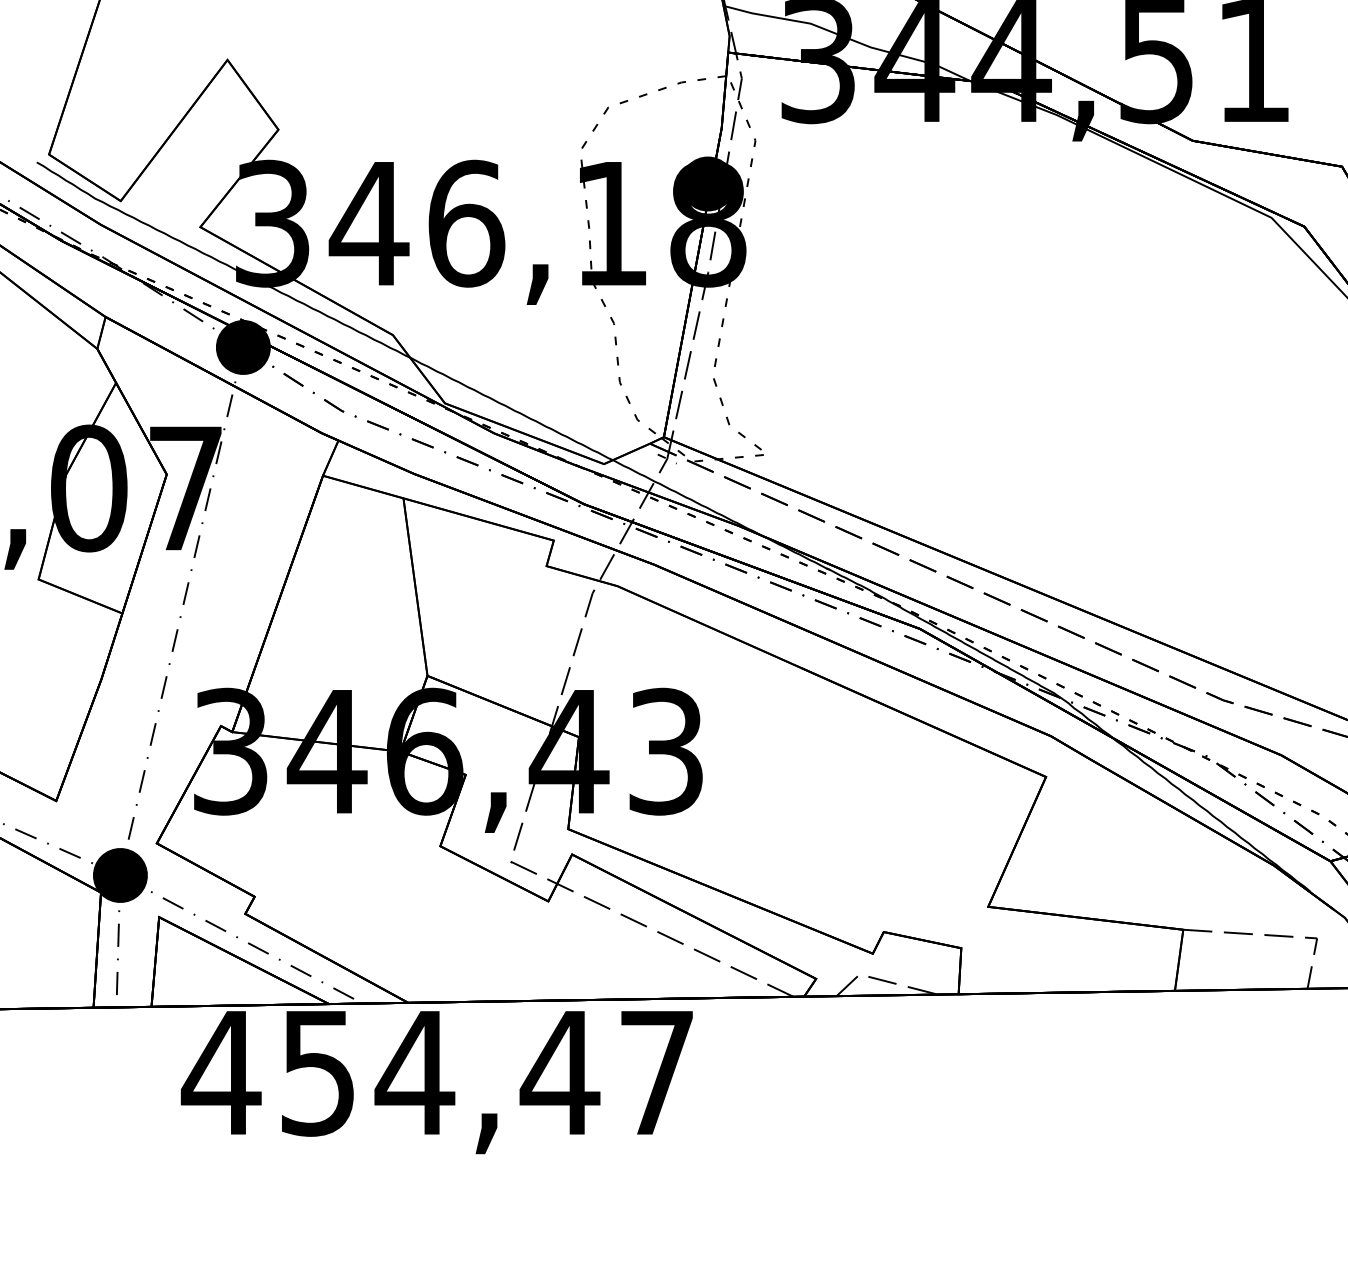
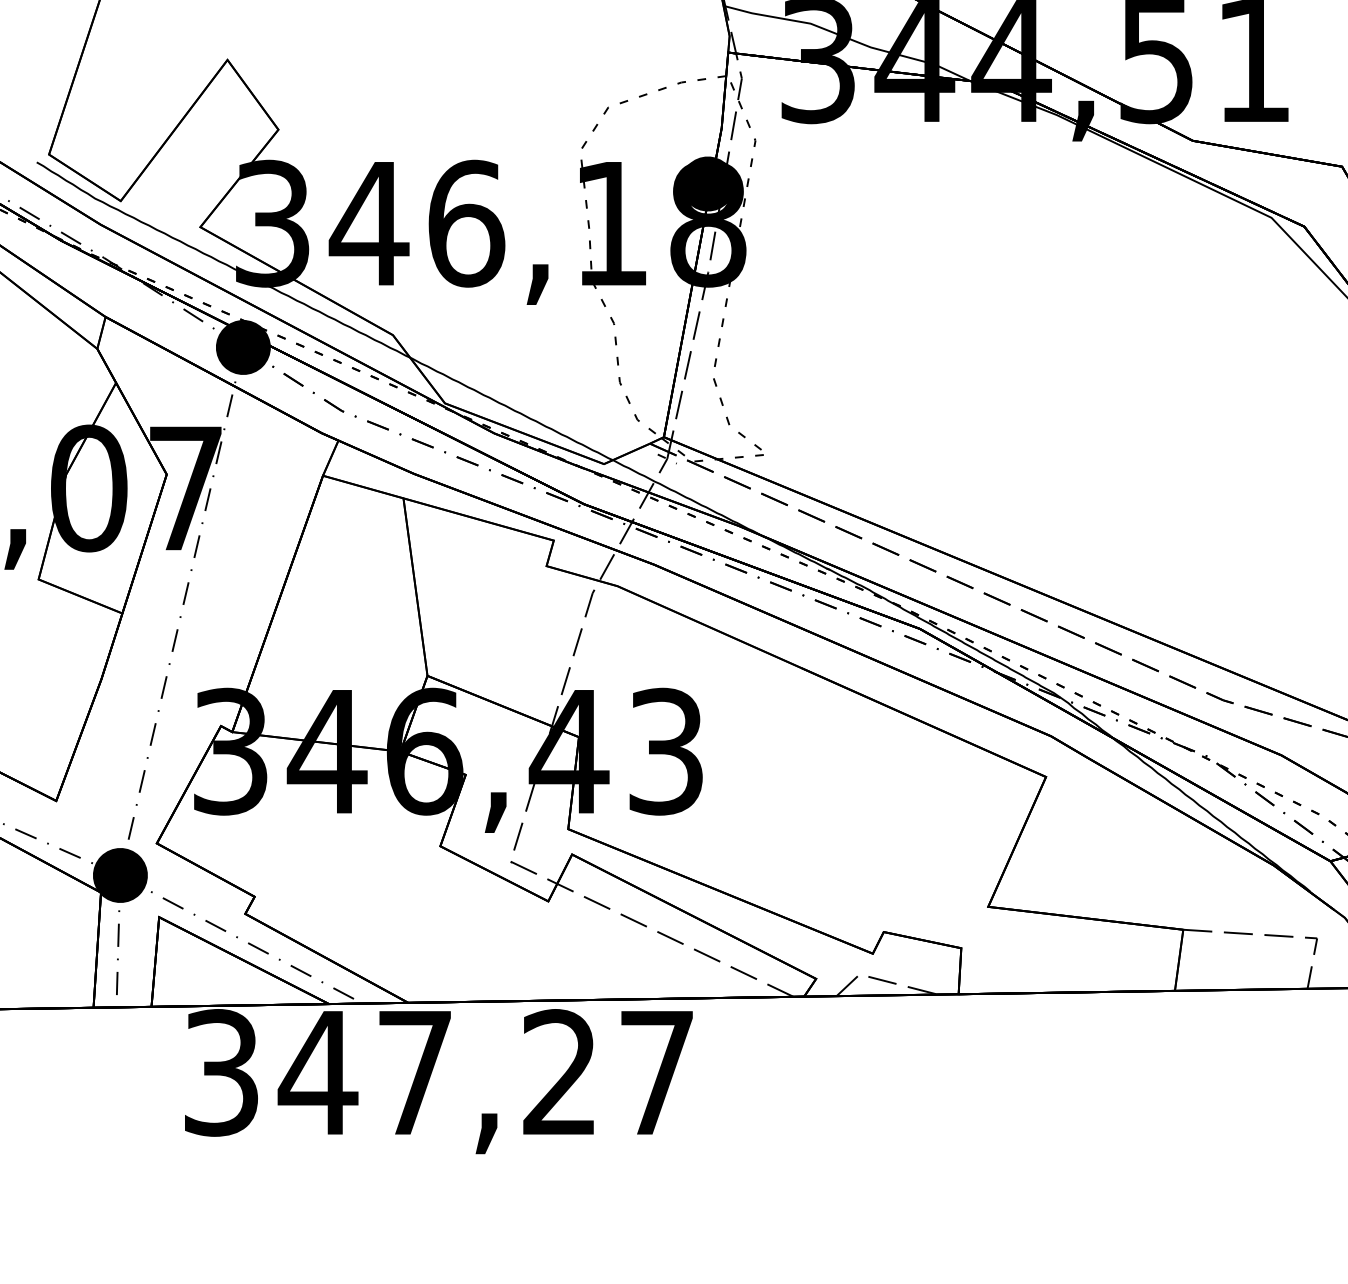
text at (390, 1072): 454,47 -> 347,27
